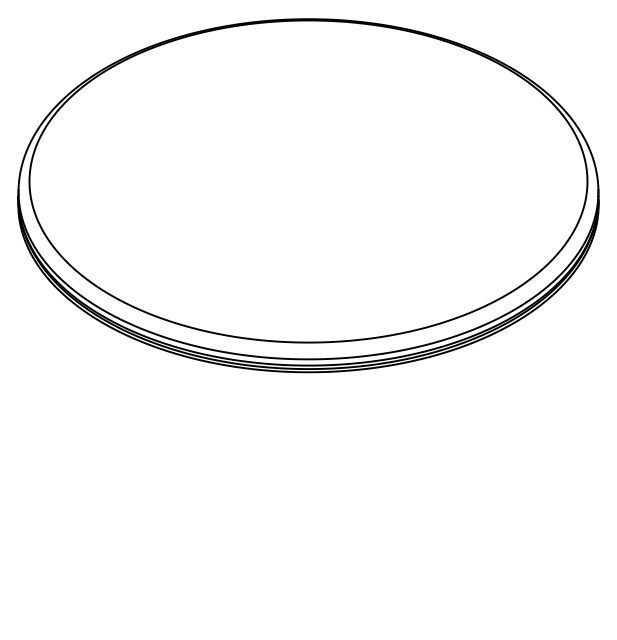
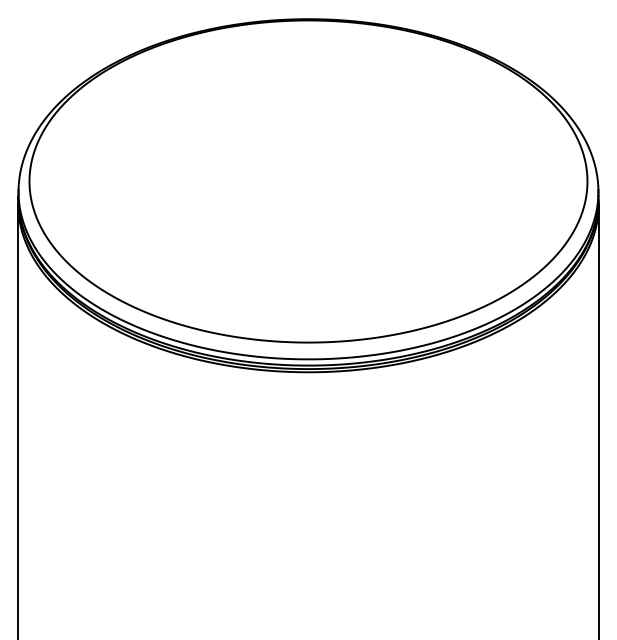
line at (18, 420): none -> present
line at (598, 420): none -> present
